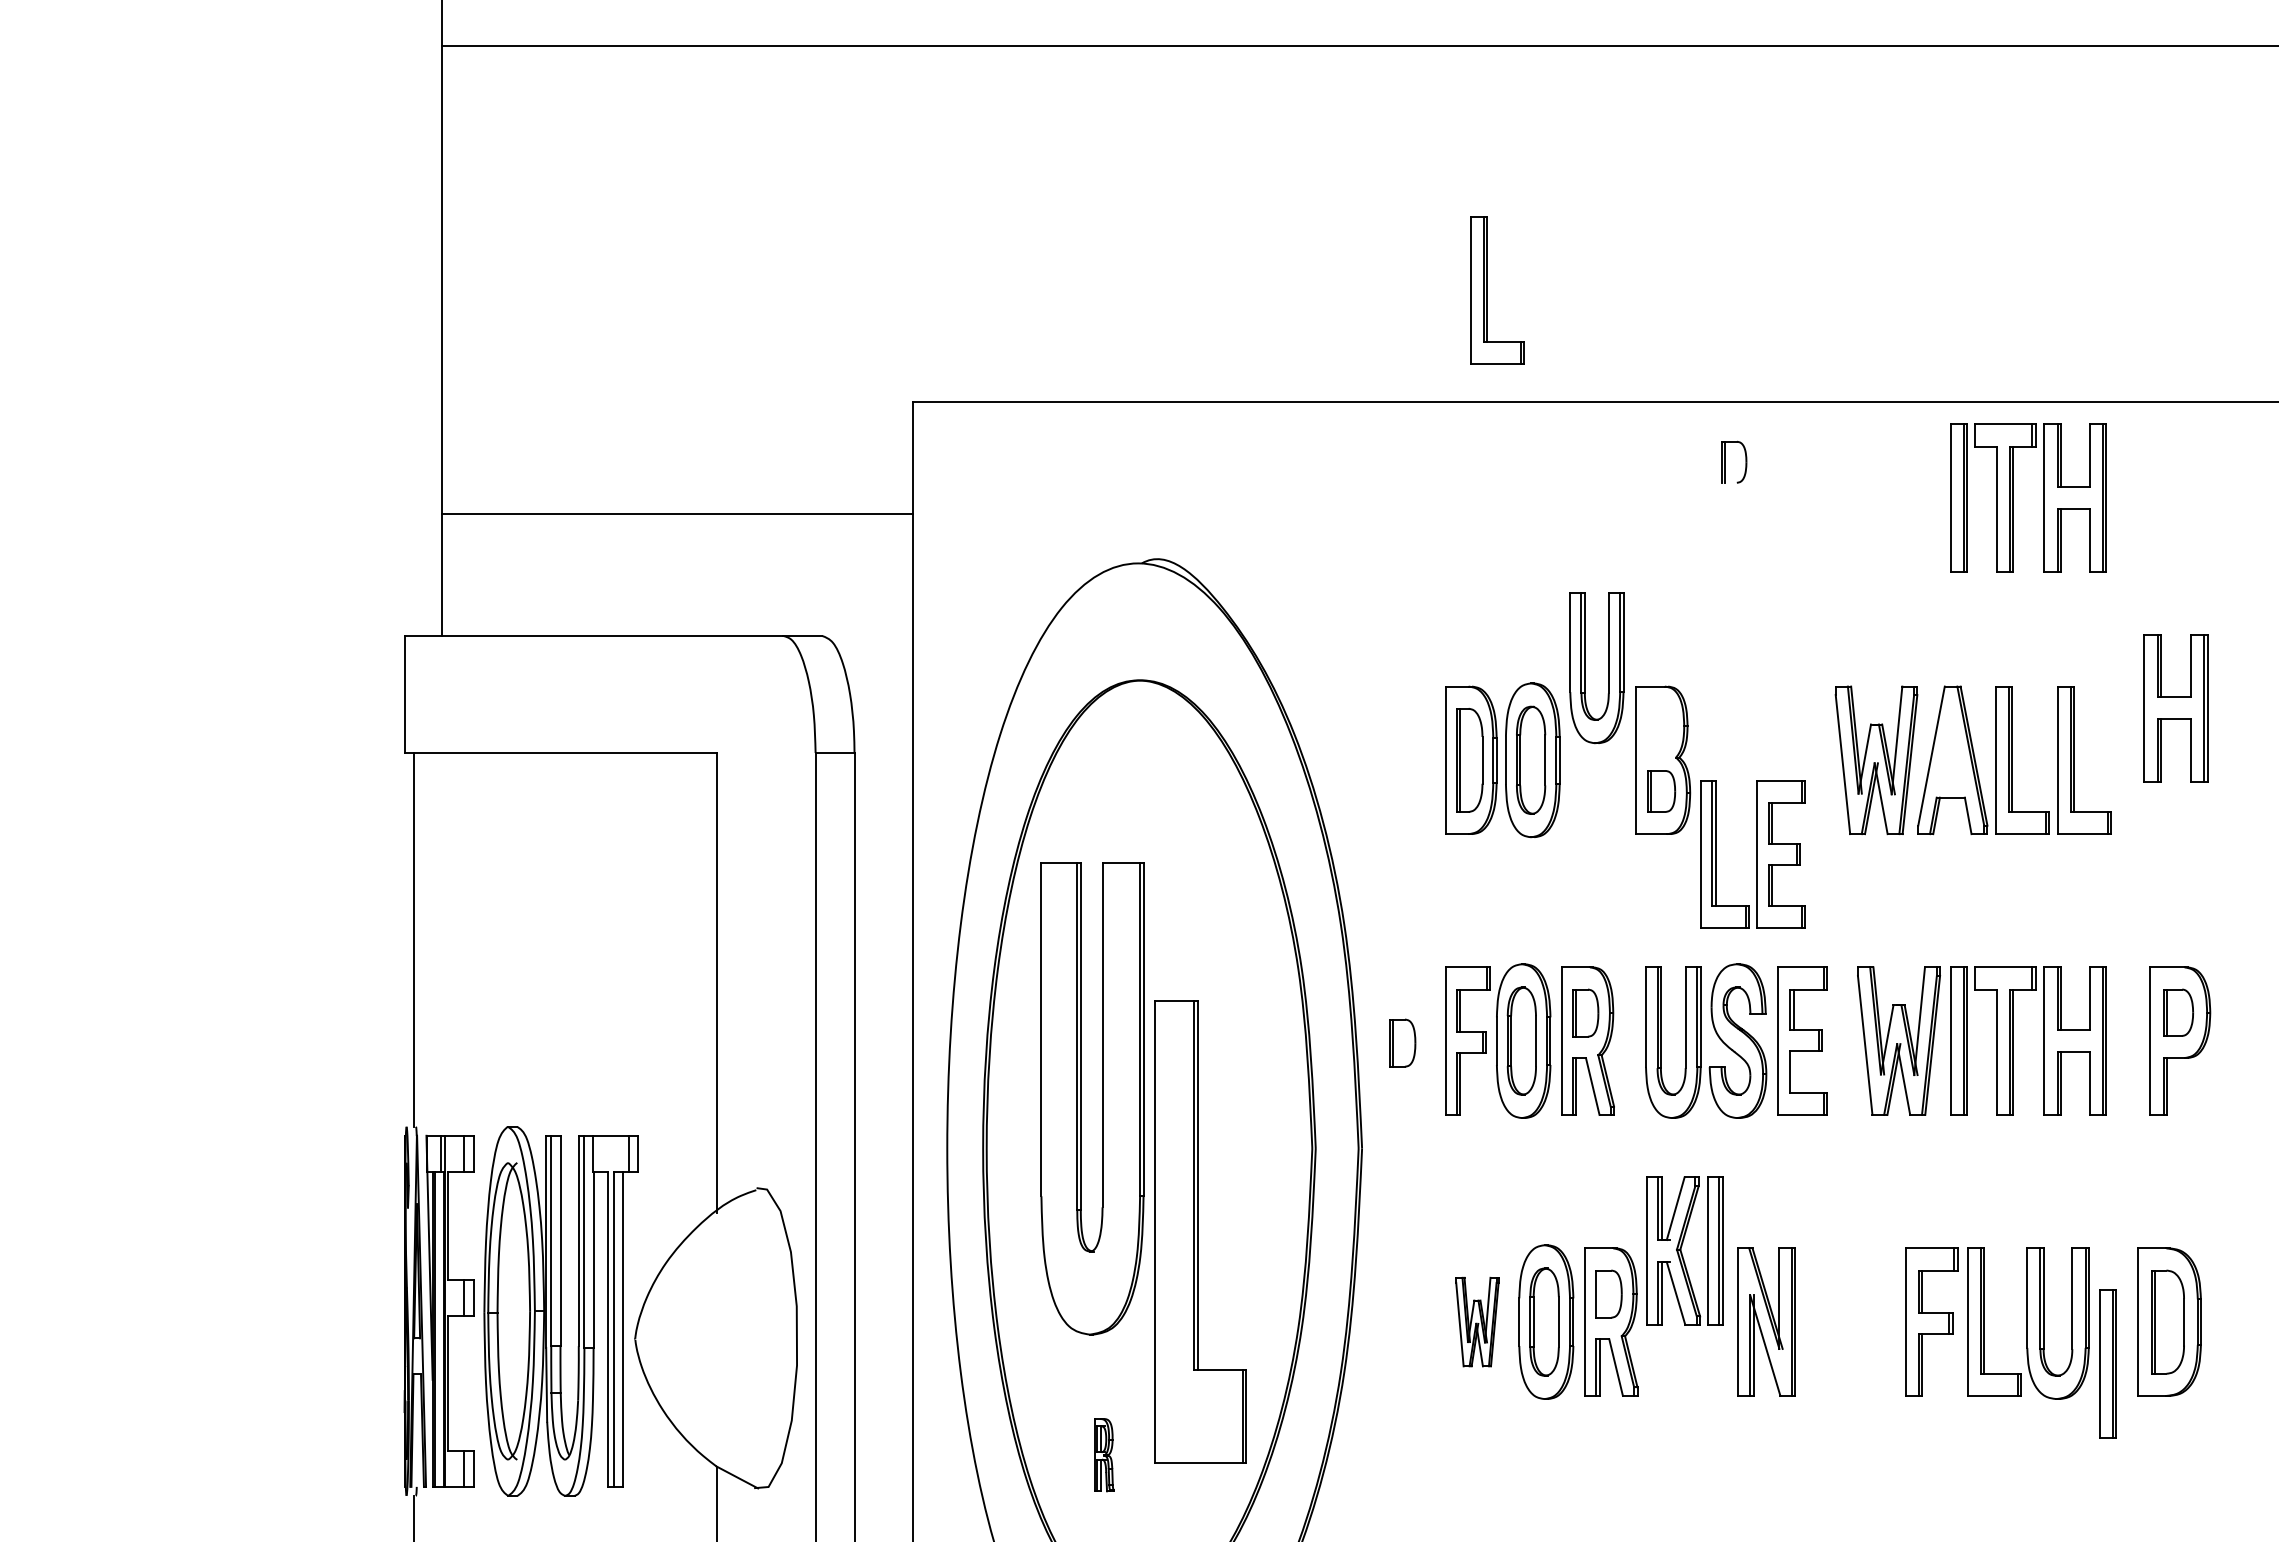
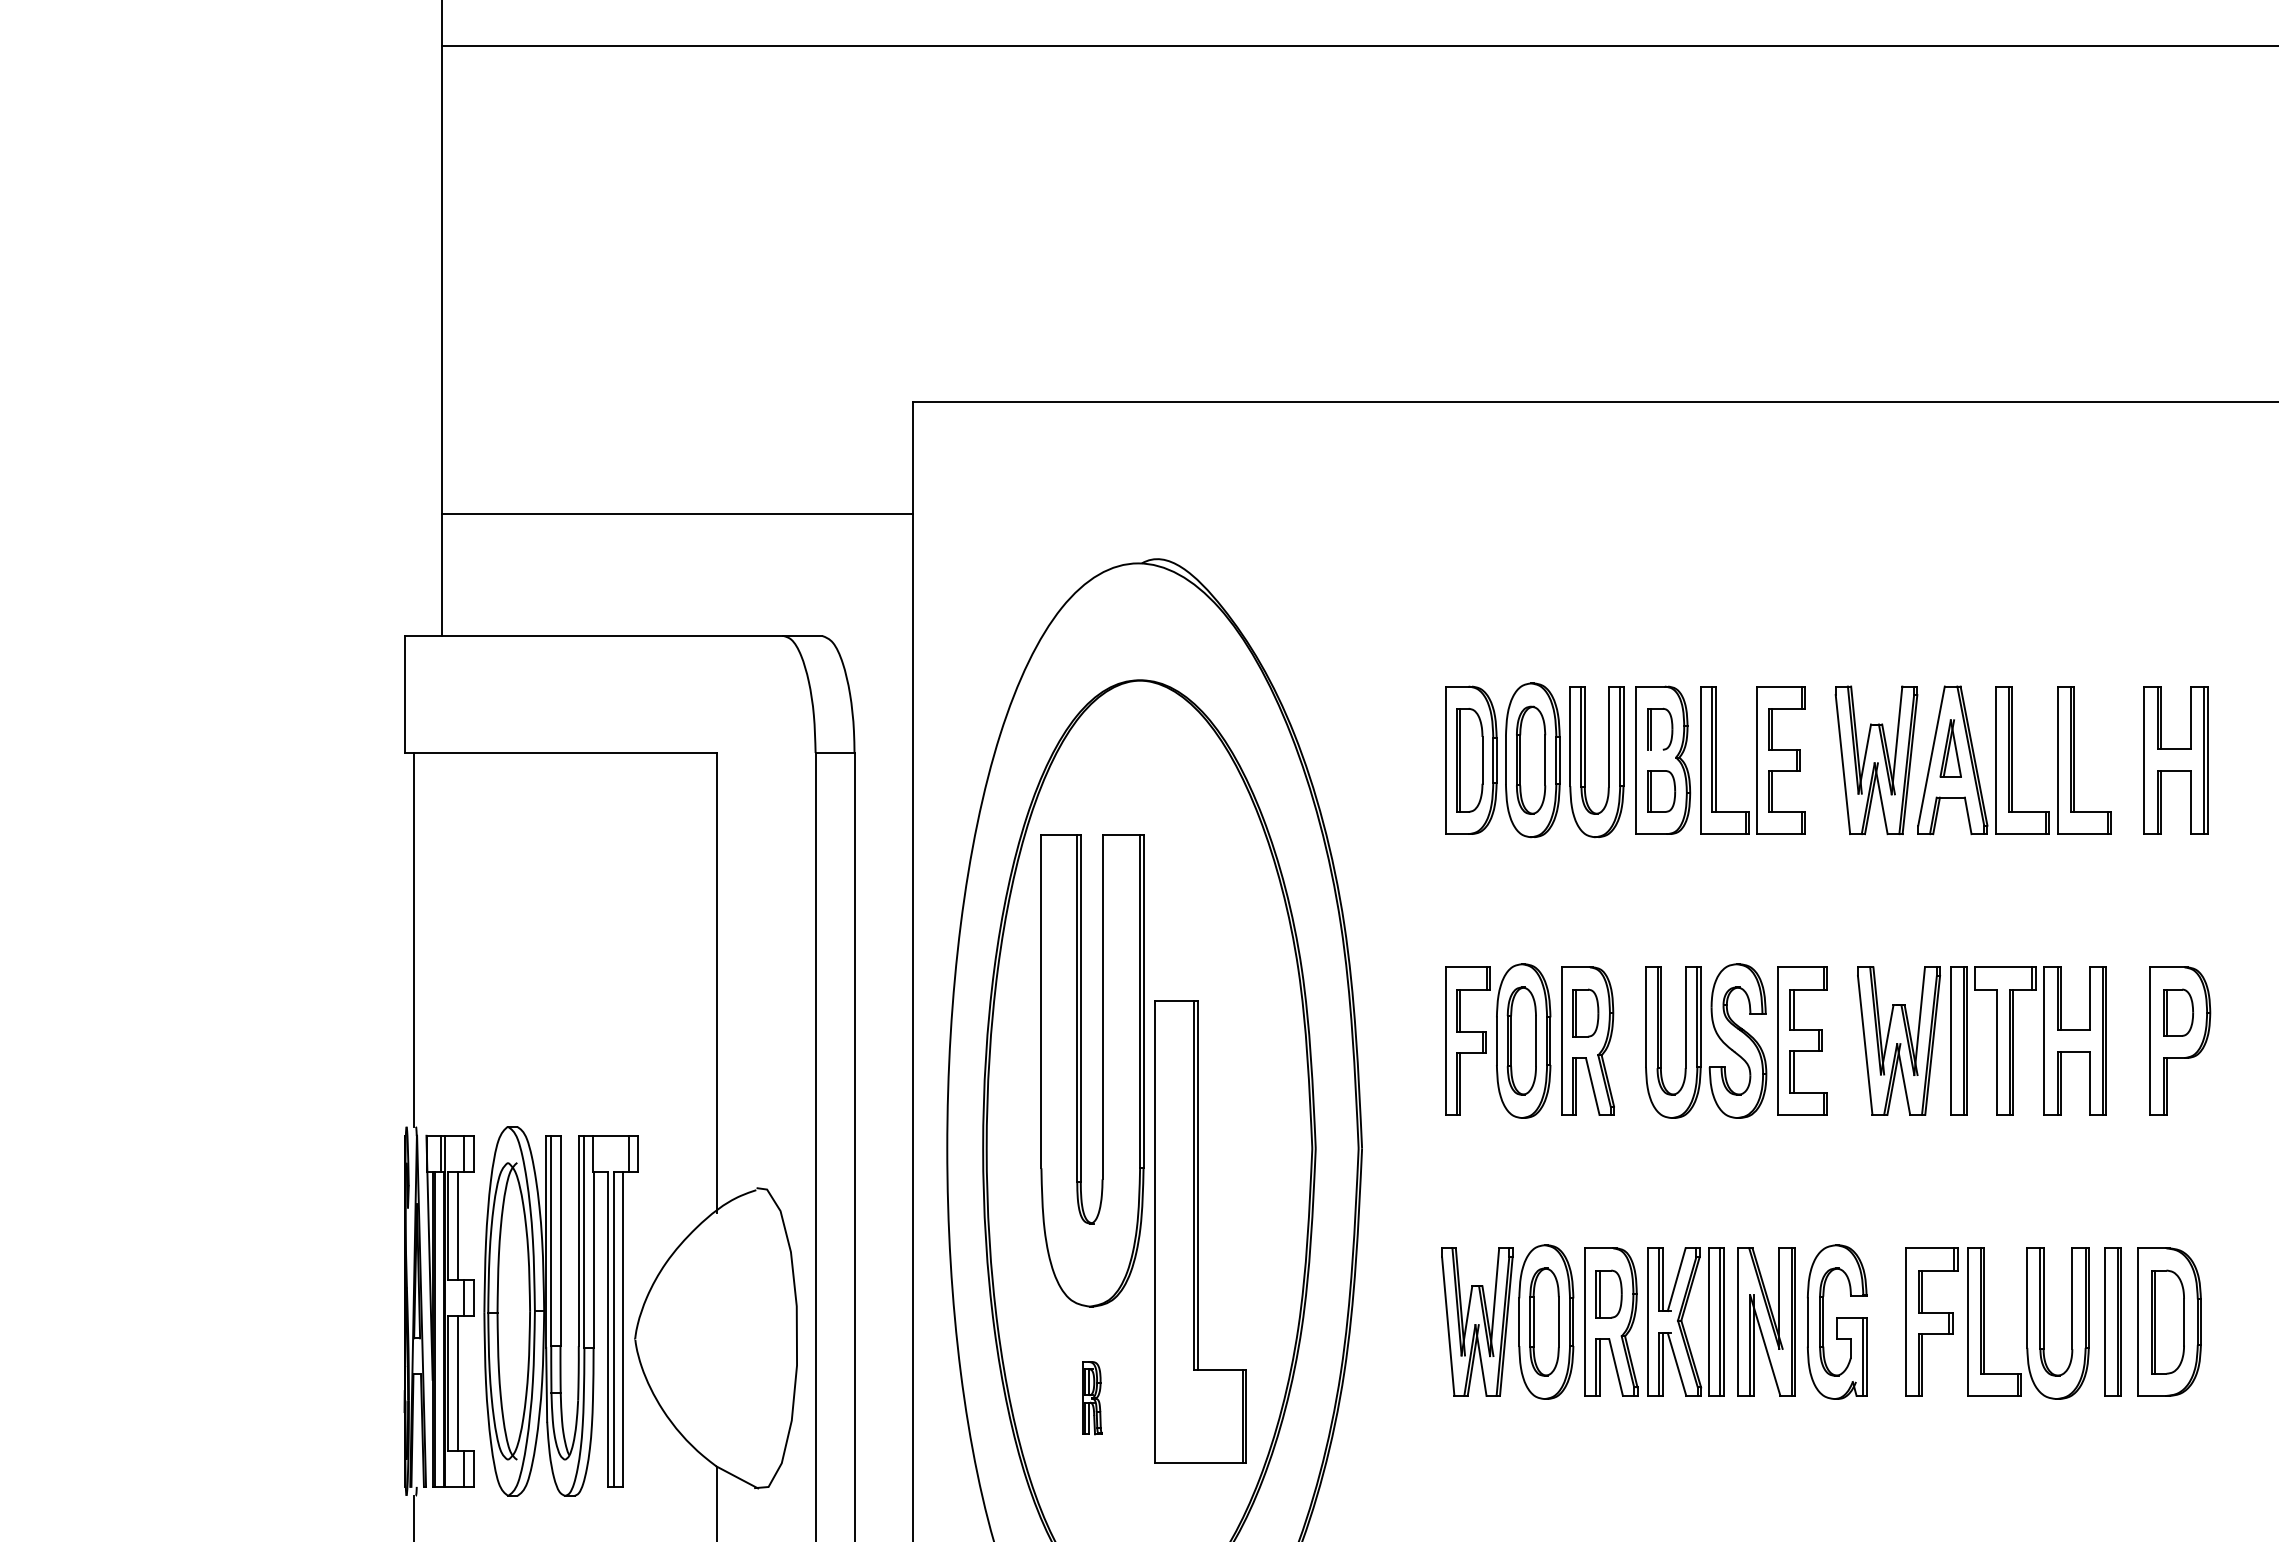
part at (1487, 290): present -> none
part at (1725, 461) position: (1725, 461) -> (1651, 728)
part at (2013, 497): present -> none
part at (1585, 668) position: (1585, 668) -> (1585, 762)
part at (2175, 708) position: (2175, 708) -> (2175, 760)
part at (1950, 748): none -> present
part at (1752, 854) position: (1752, 854) -> (1752, 760)
part at (1402, 1042): present -> none
line at (1793, 1071): none -> present
part at (1102, 1098) position: (1102, 1098) -> (1102, 1070)
line at (457, 1225): none -> present
part at (1684, 1250) position: (1684, 1250) -> (1685, 1321)
line at (1599, 1293): none -> present
part at (1477, 1321) size: 45x92 px -> 73x150 px
part at (1836, 1321): none -> present
part at (2107, 1363) position: (2107, 1363) -> (2112, 1321)
line at (457, 1382): none -> present
part at (1104, 1455) position: (1104, 1455) -> (1092, 1398)
